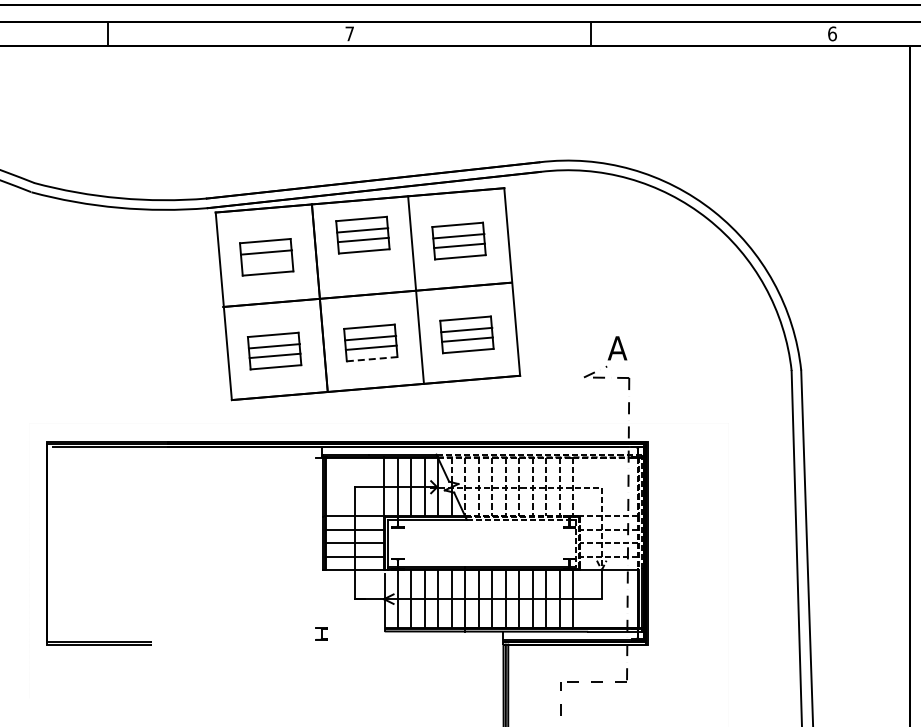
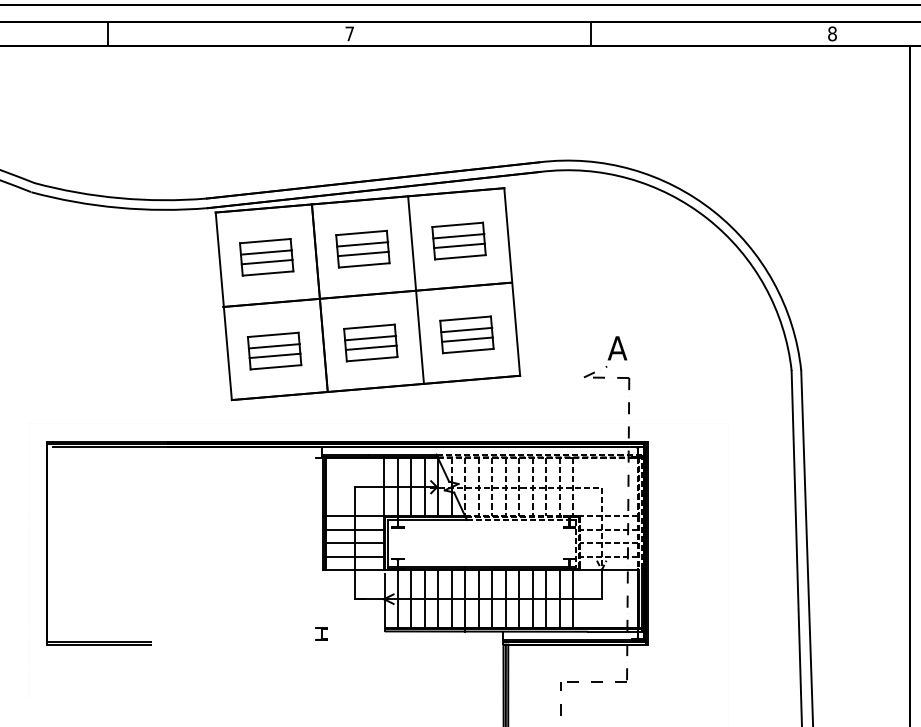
text at (832, 33): 6 -> 8
part at (362, 234) position: (362, 234) -> (362, 248)
line at (266, 261): none -> present
line at (372, 359): dashed -> solid
